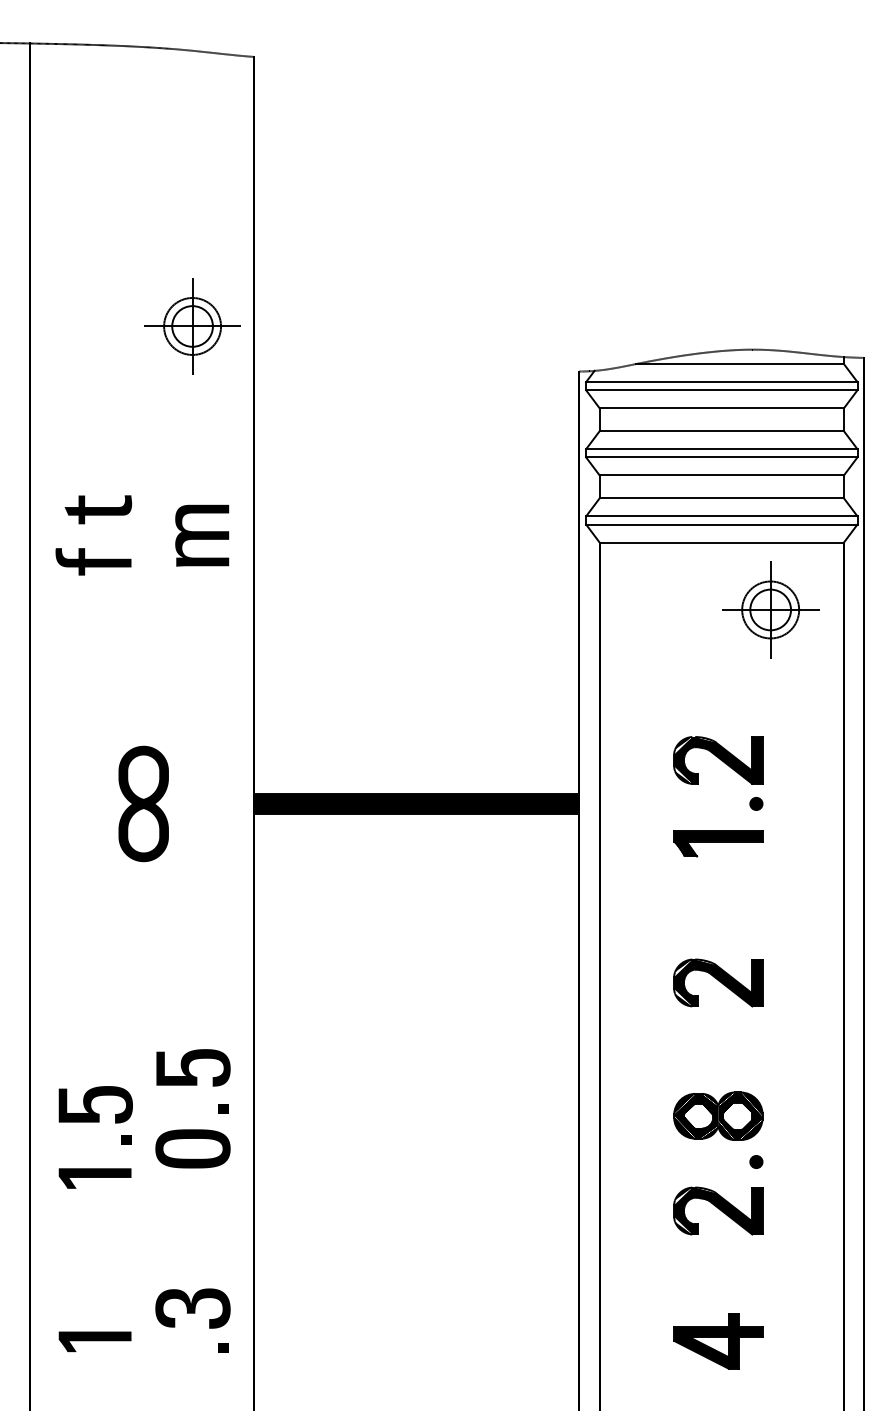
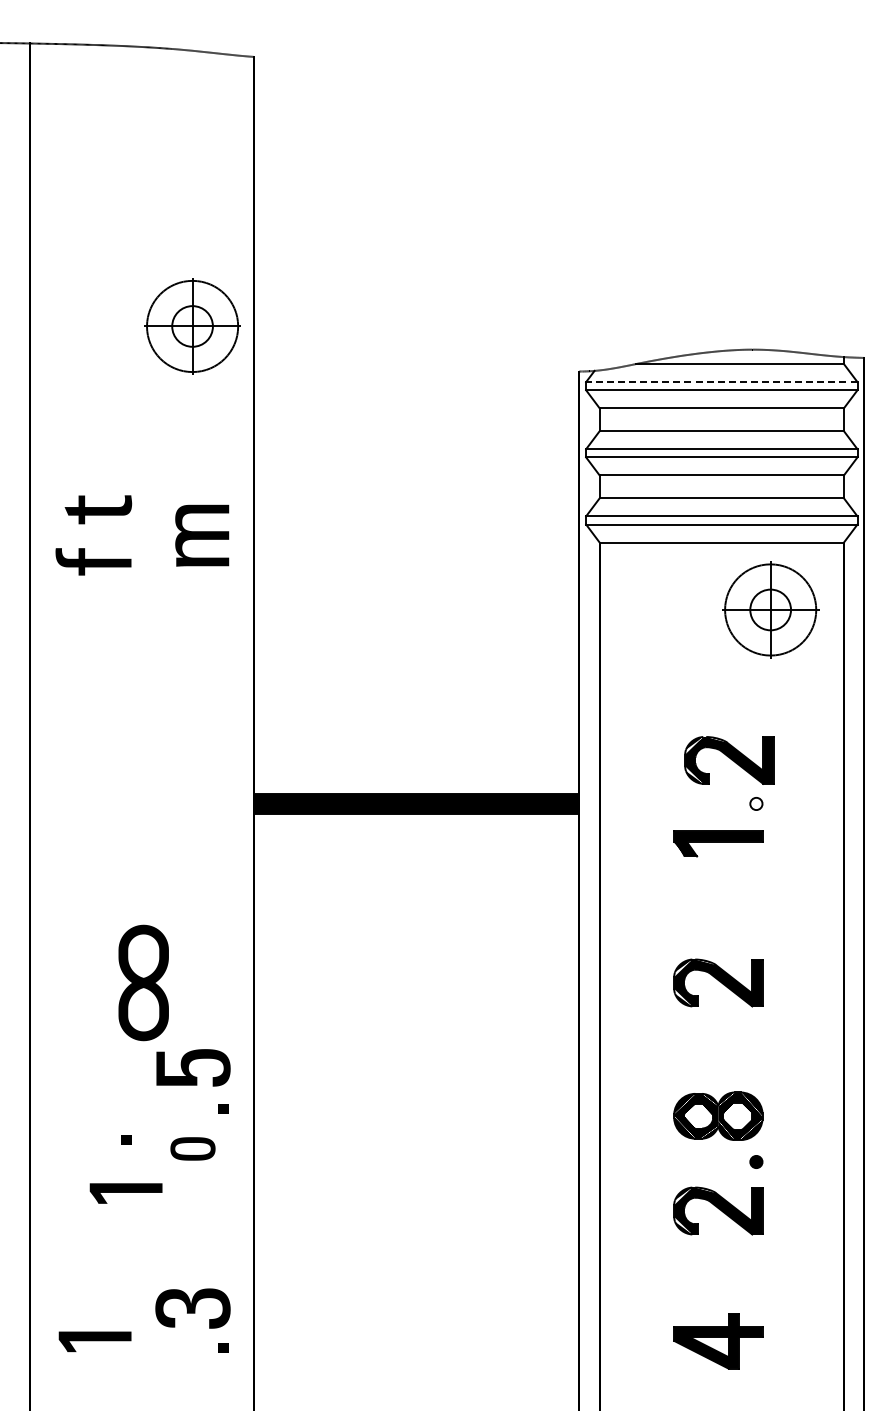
circle at (192, 325) diameter: 57 px -> 91 px
line at (721, 382): solid -> dashed
circle at (770, 609) diameter: 57 px -> 91 px
part at (718, 760) position: (718, 760) -> (729, 760)
part at (143, 803) position: (143, 803) -> (143, 982)
fill at (756, 803): present -> none
fill at (95, 1104): present -> none
part at (192, 1148) size: 76x40 px -> 46x24 px
part at (94, 1178) position: (94, 1178) -> (125, 1193)
